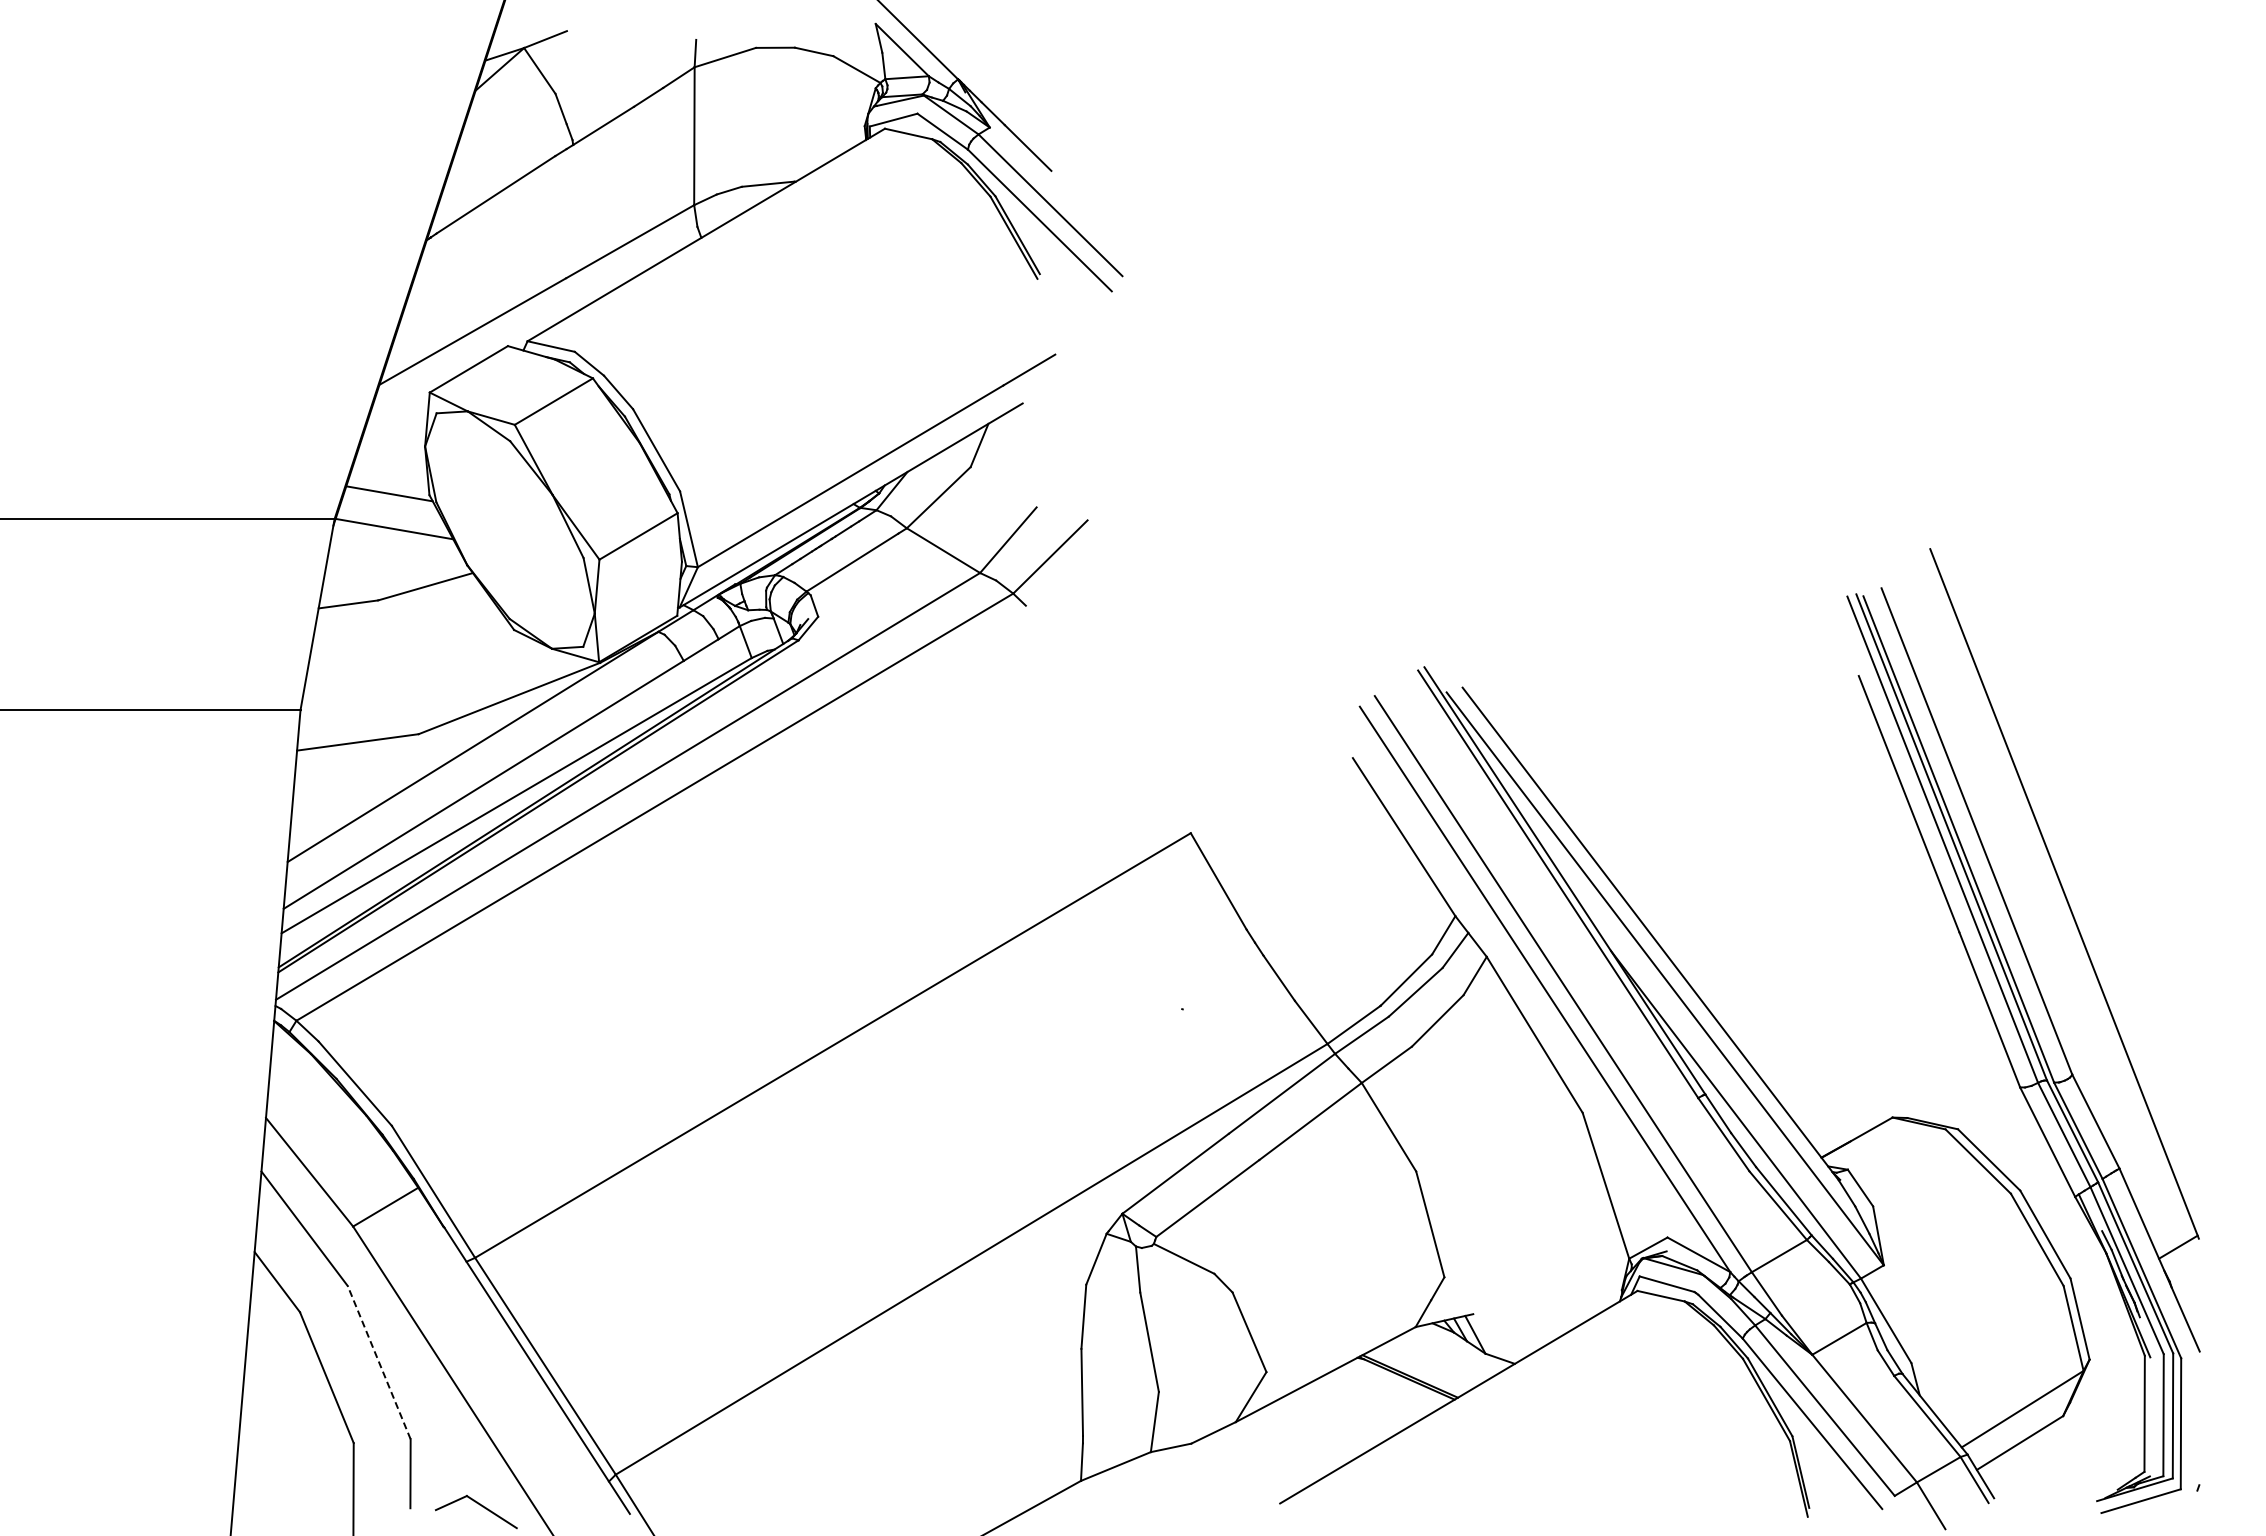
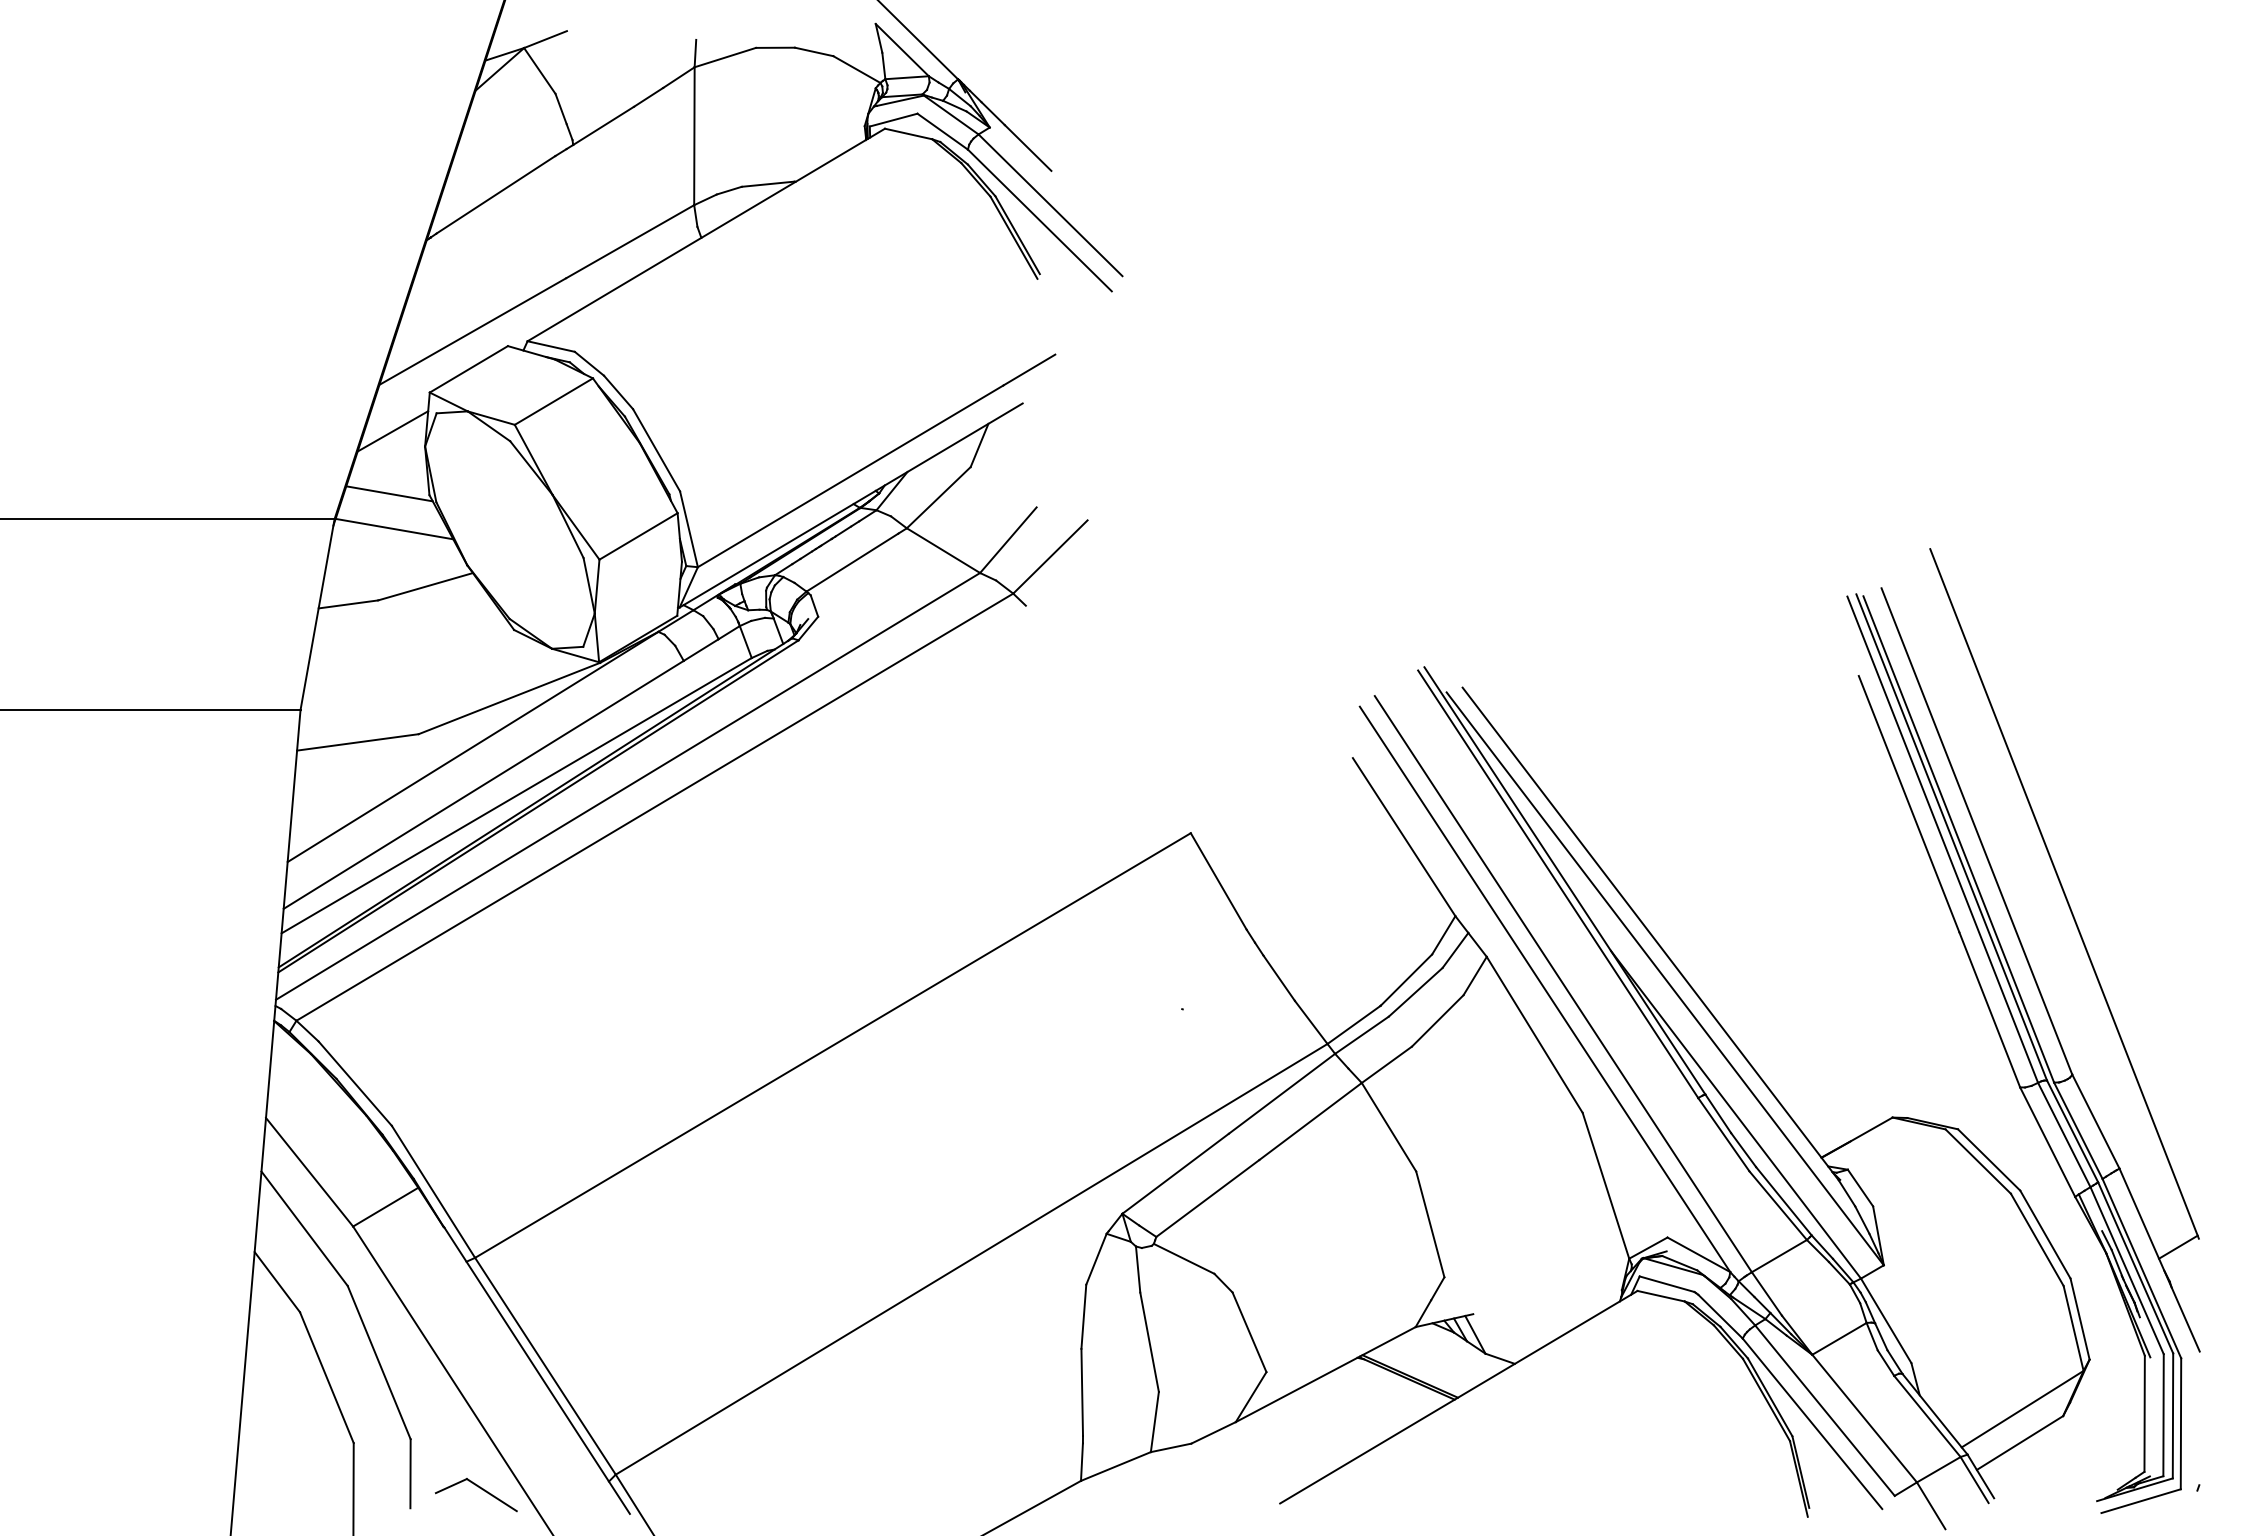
line at (392, 431): none -> present
line at (379, 1362): dashed -> solid
part at (479, 1505) position: (479, 1505) -> (479, 1488)
